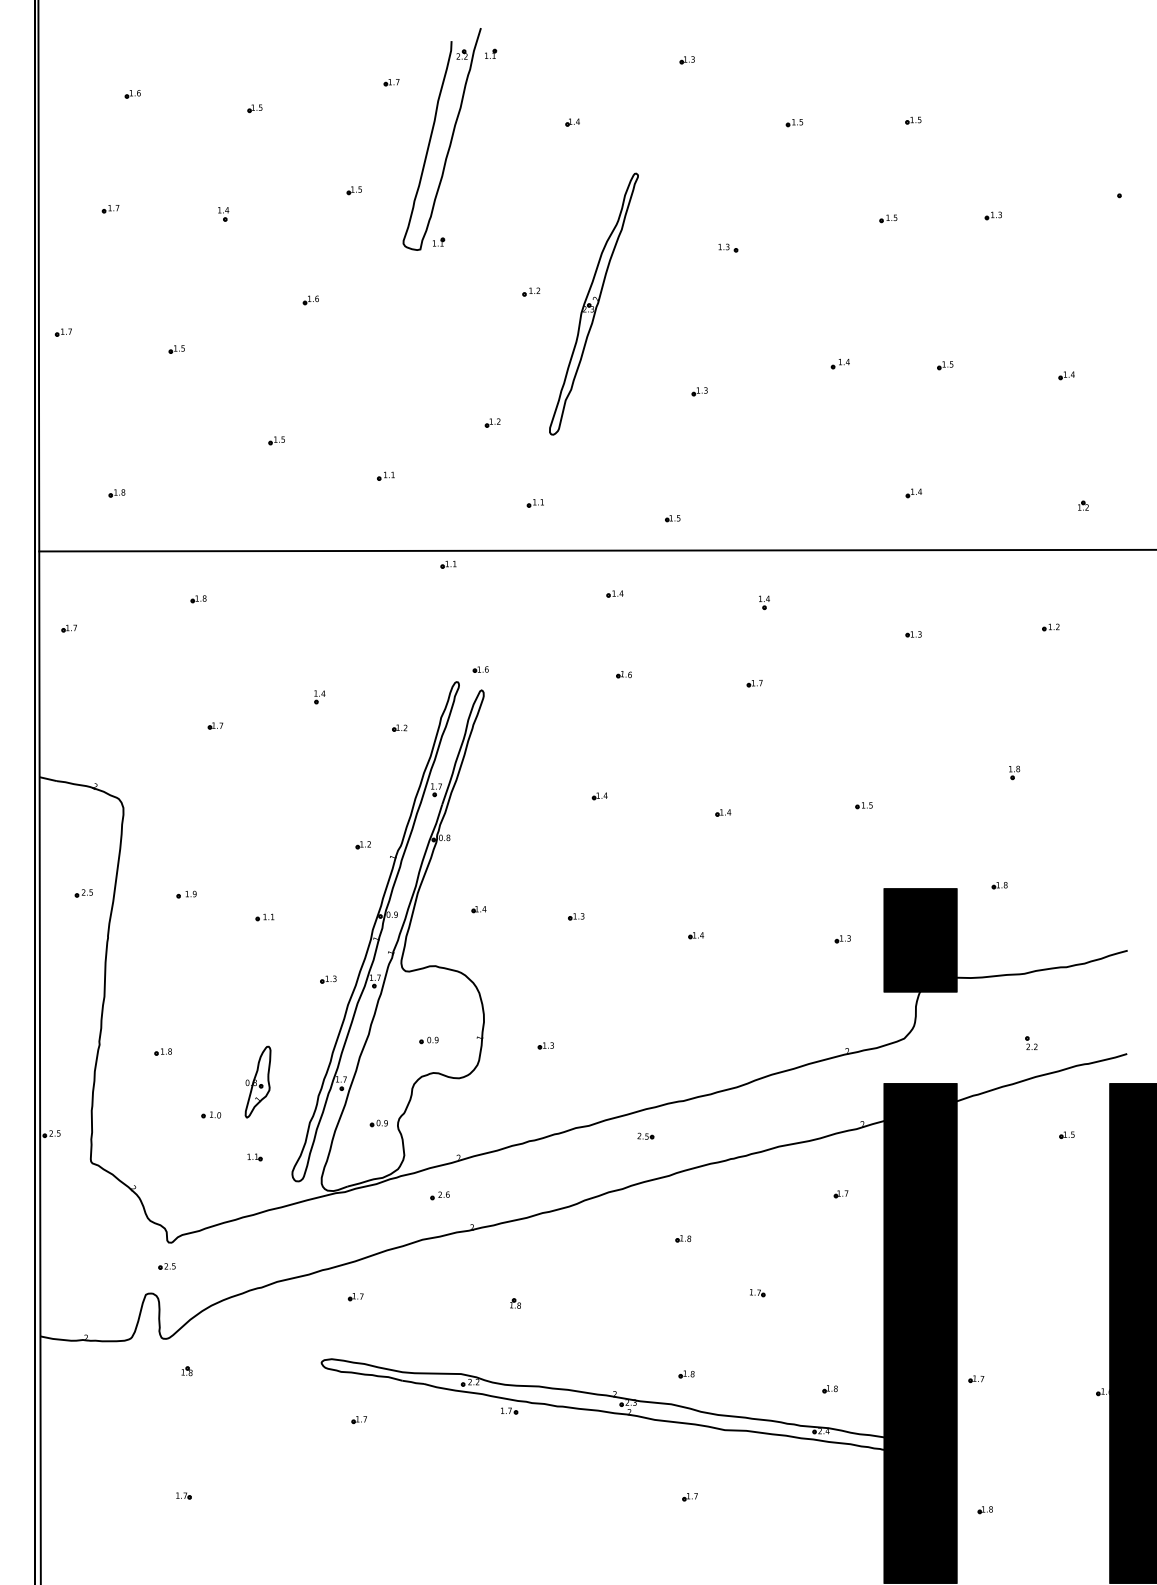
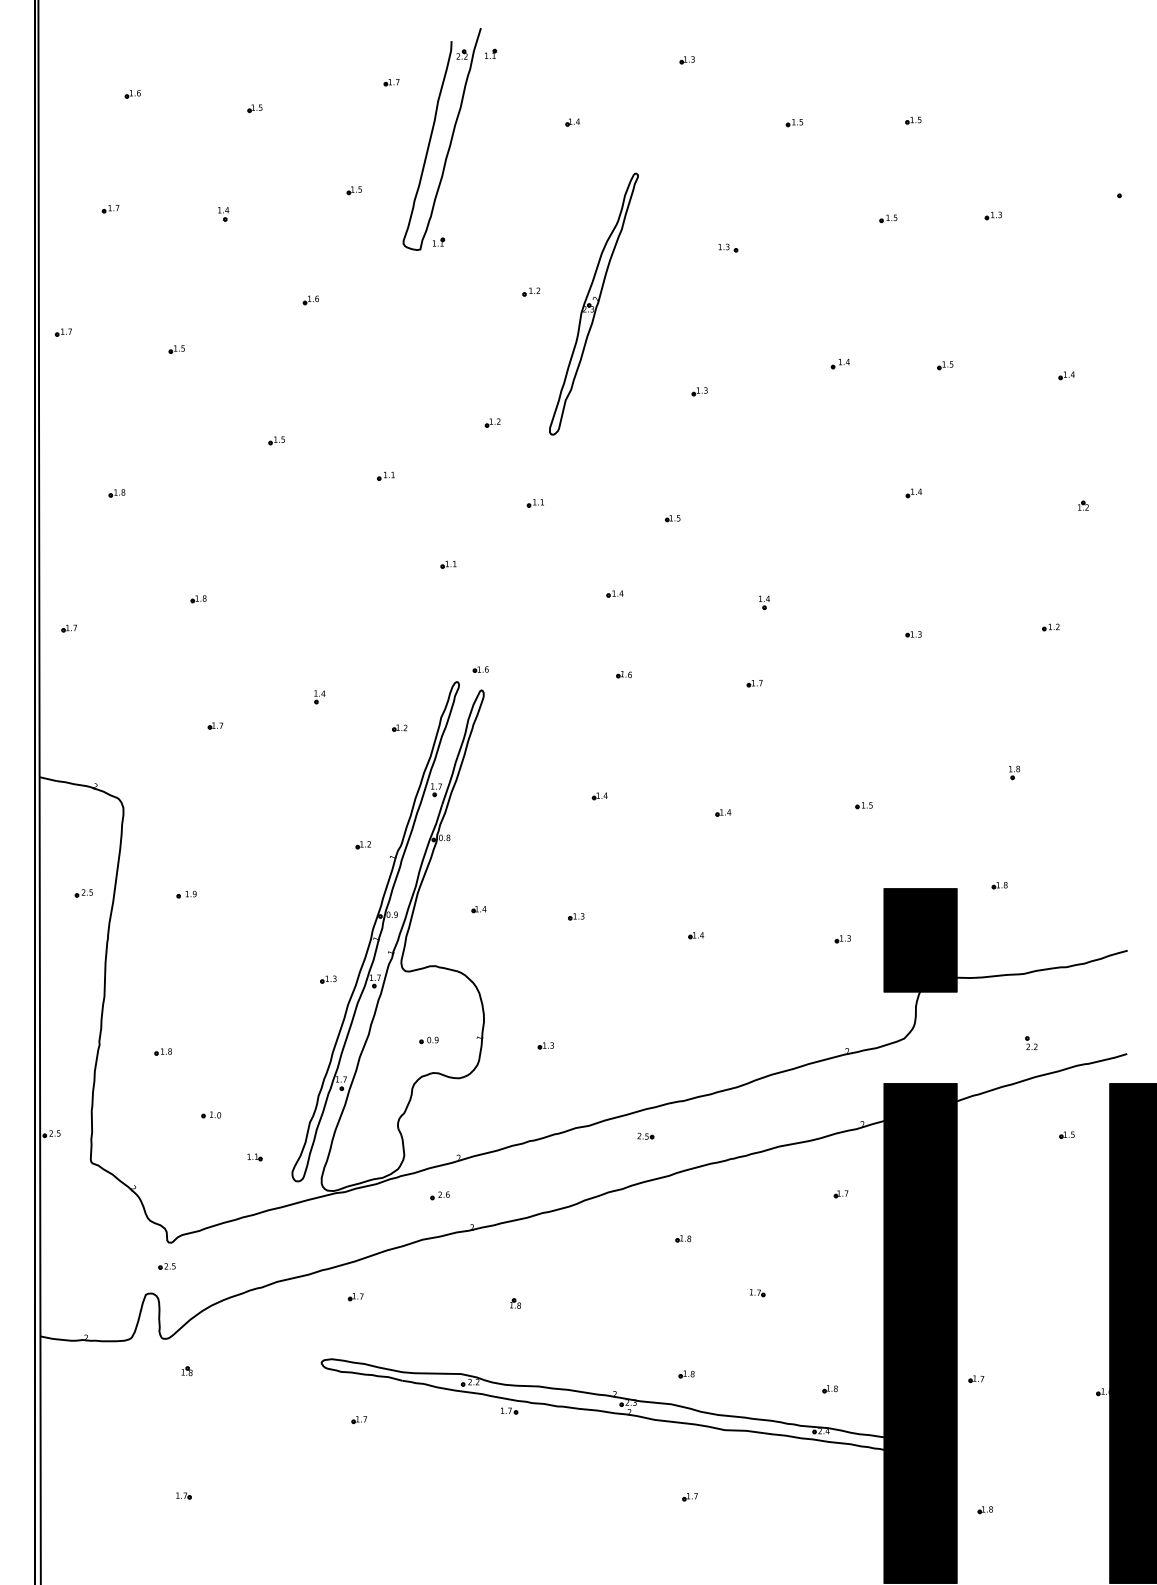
line at (596, 550): present -> none
part at (264, 917): present -> none
part at (257, 1081): present -> none
part at (378, 1123): present -> none
